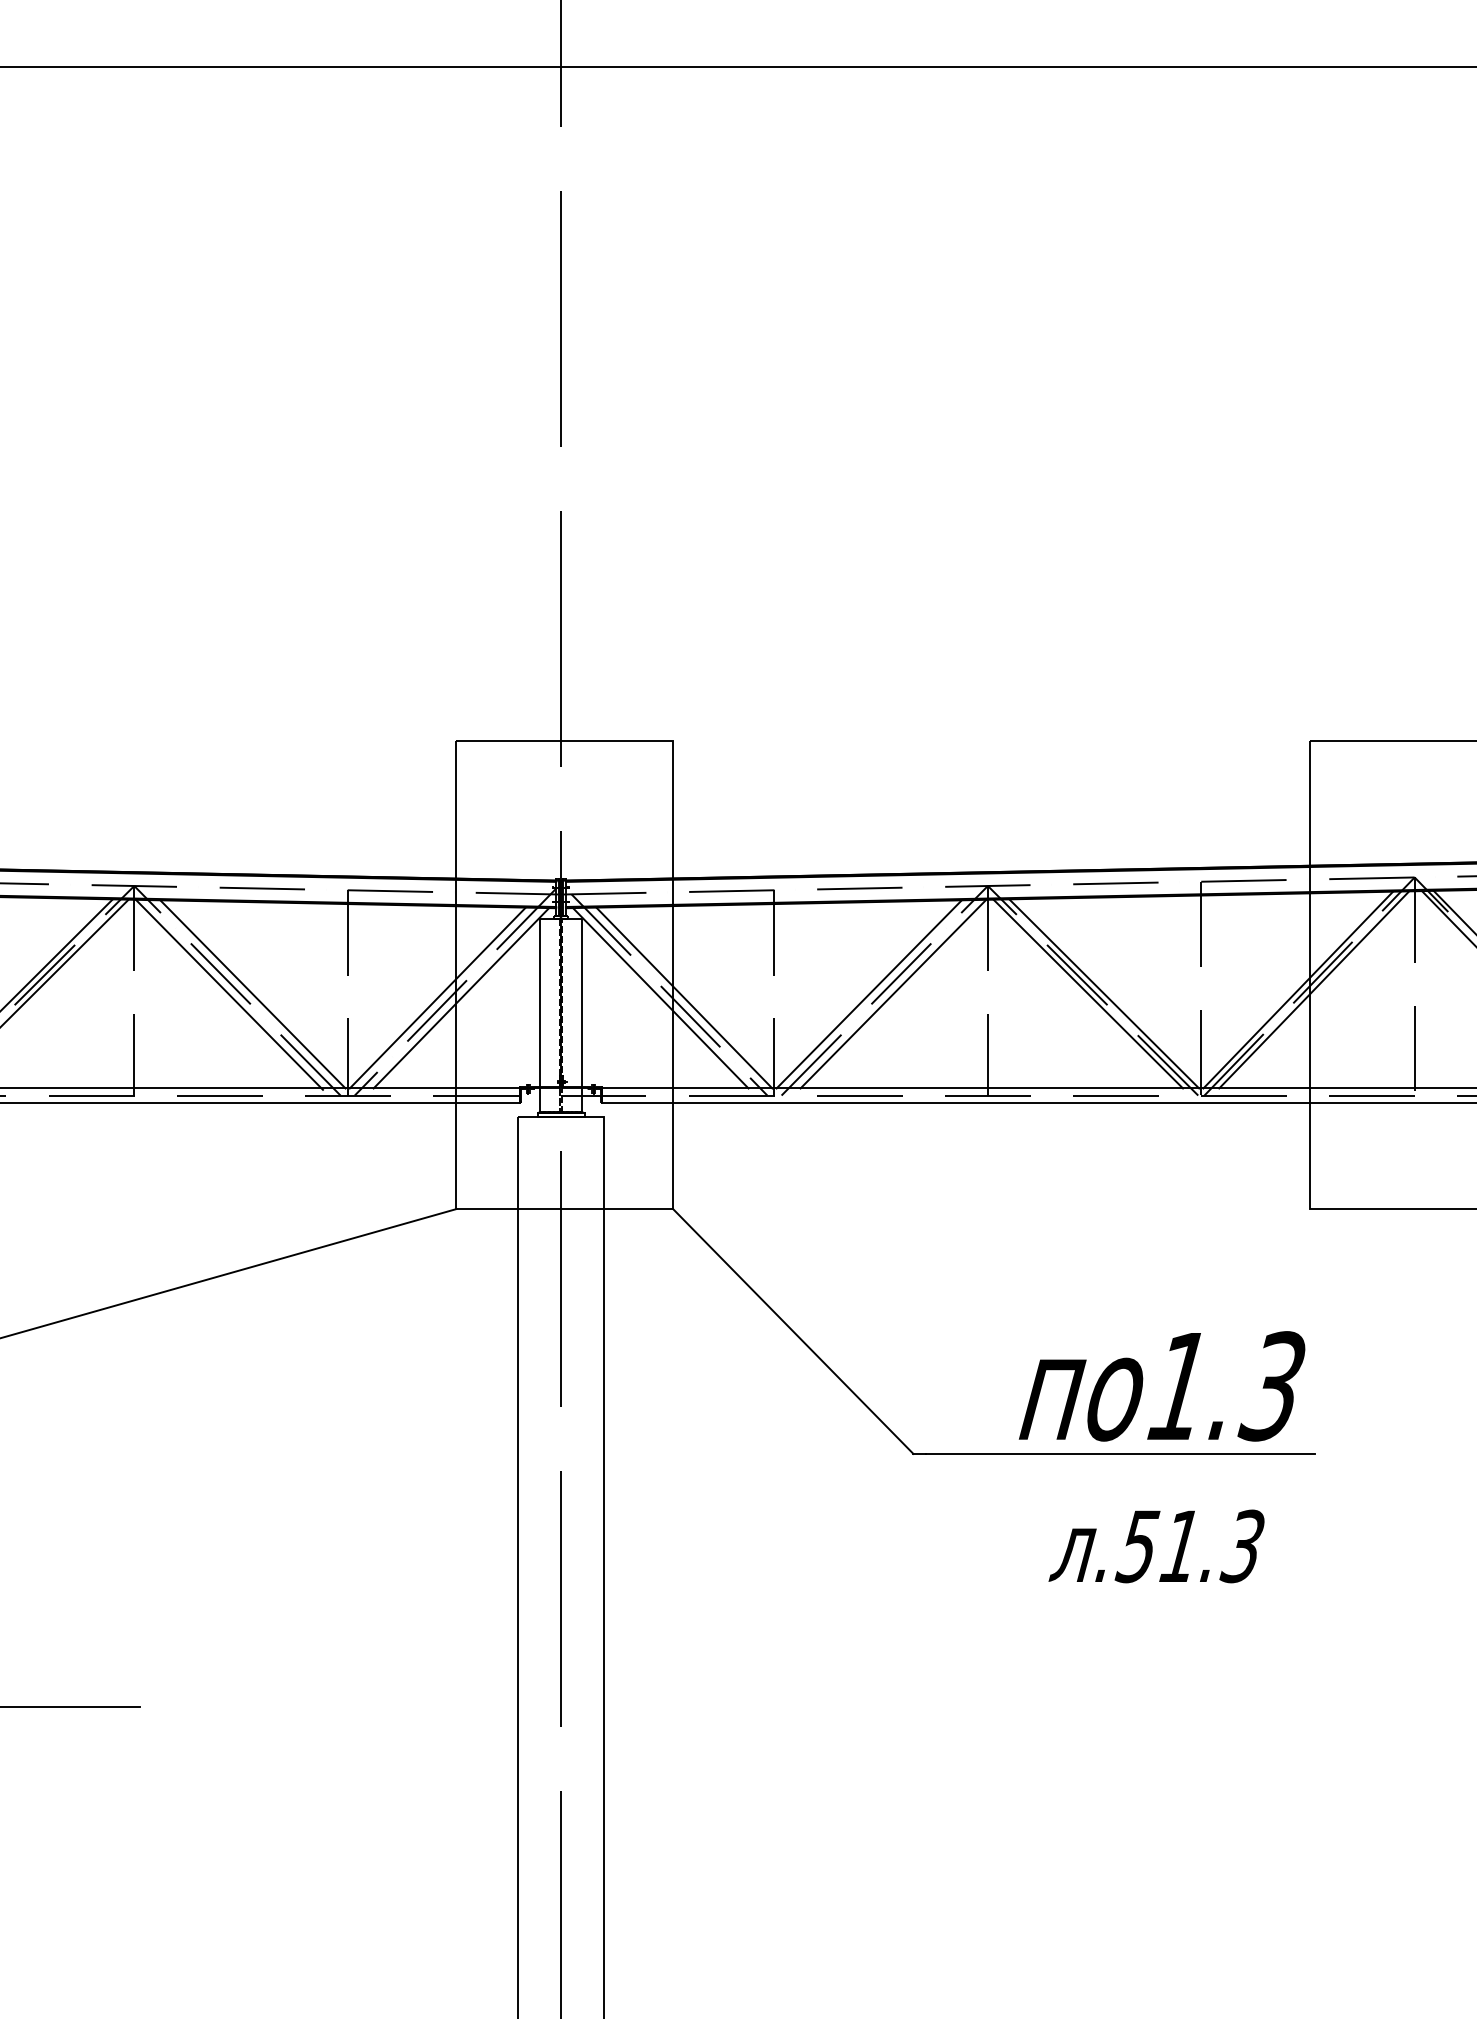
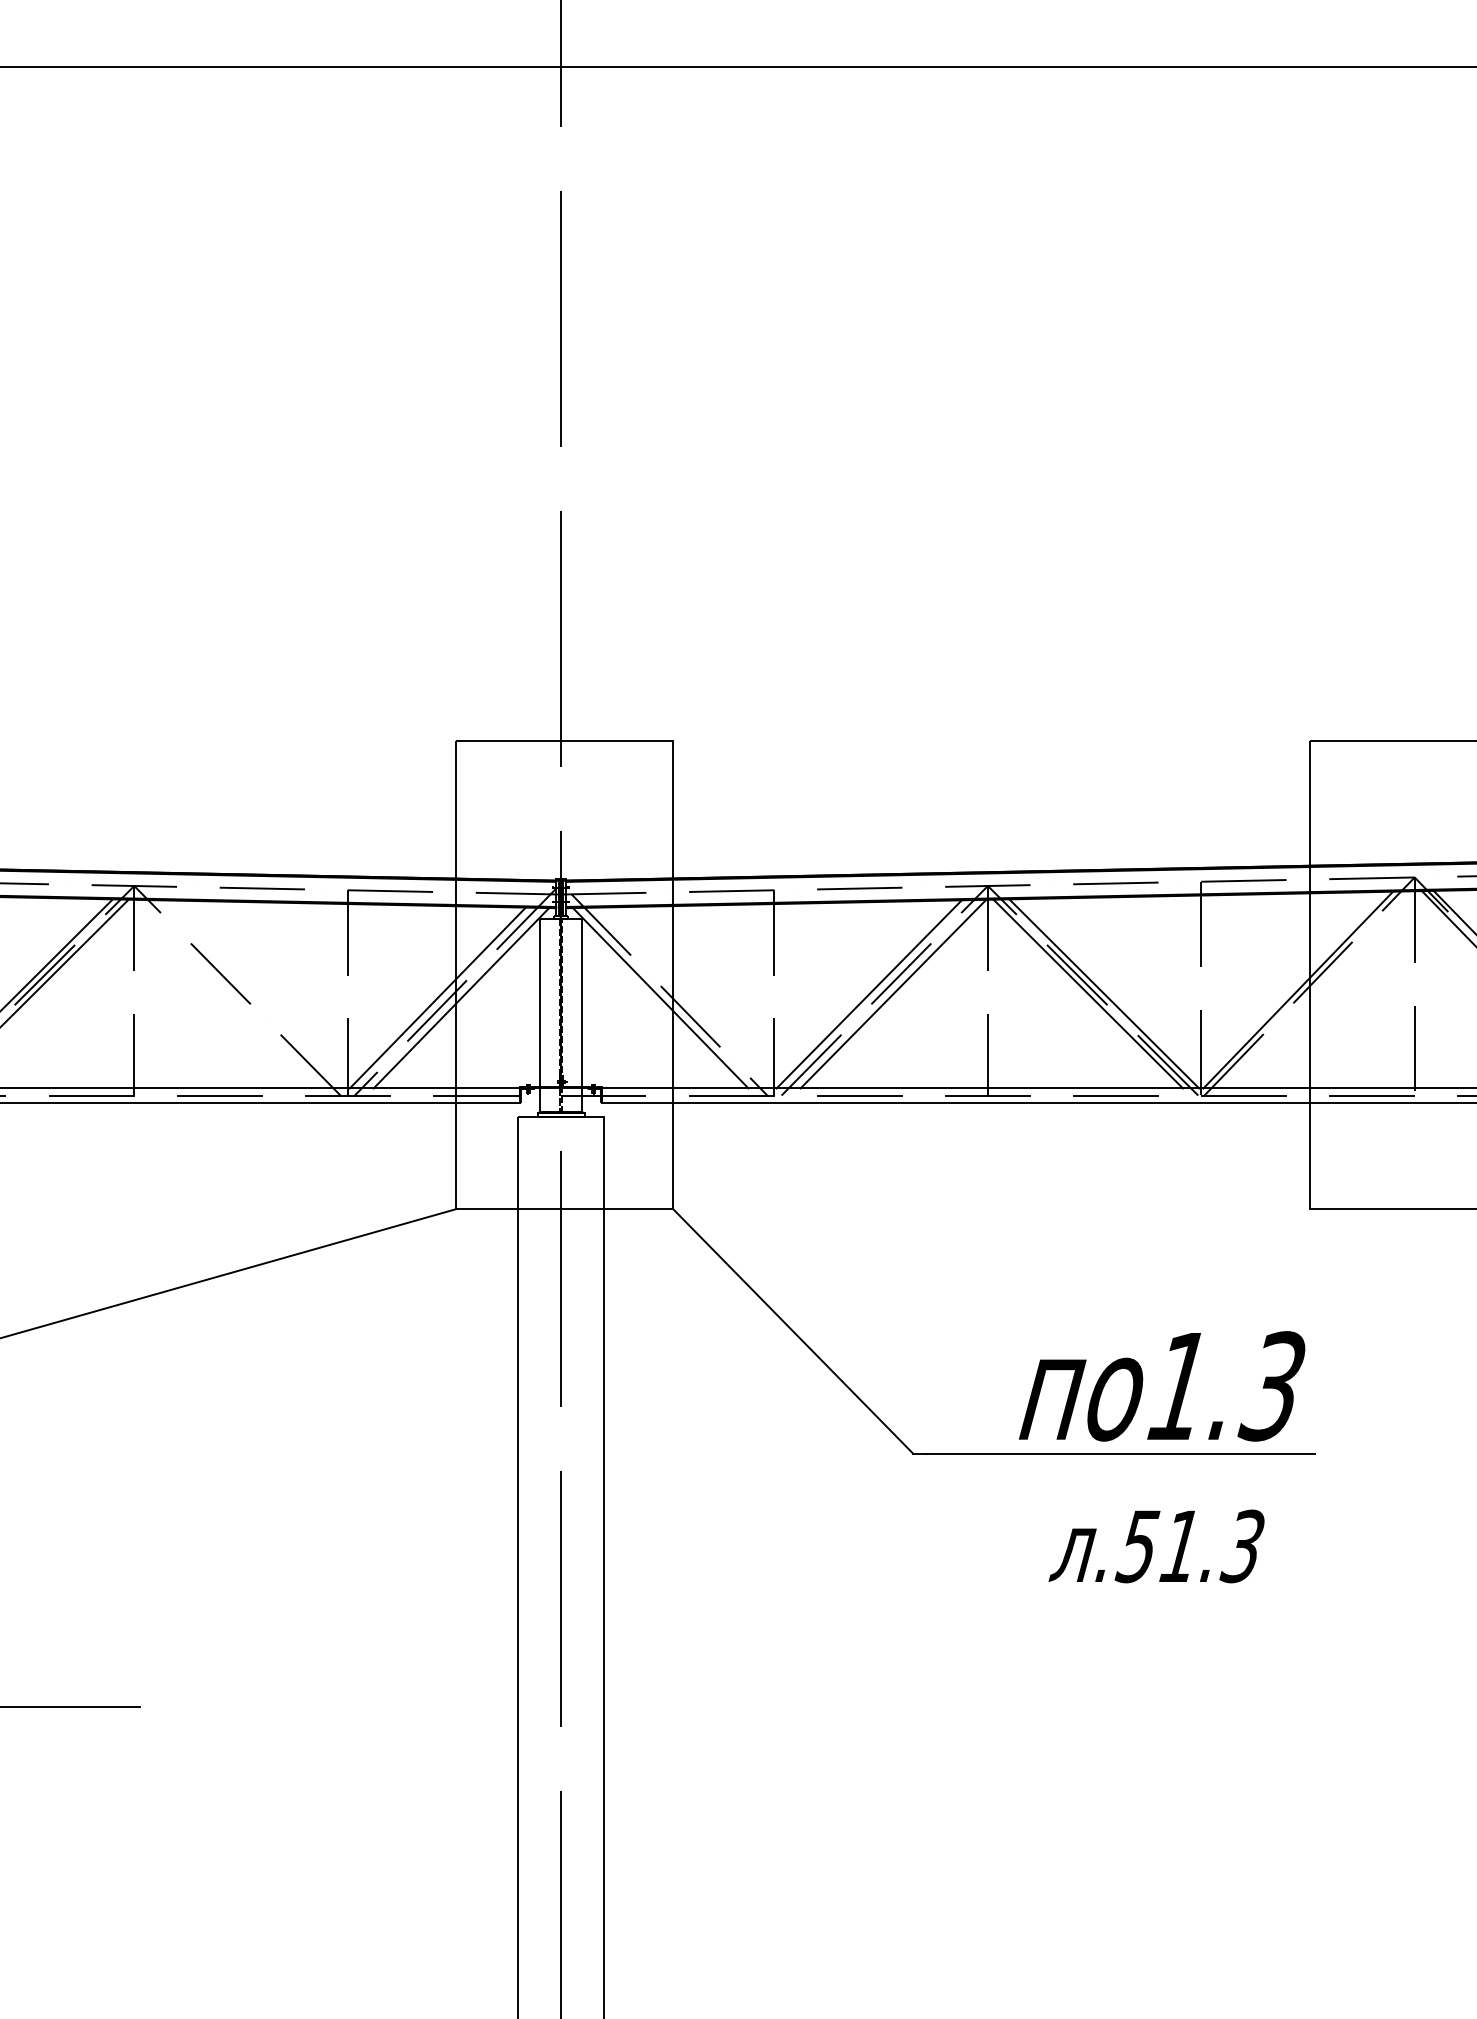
line at (1314, 989): present -> none
line at (229, 994): present -> none
line at (252, 994): present -> none
line at (684, 997): present -> none
